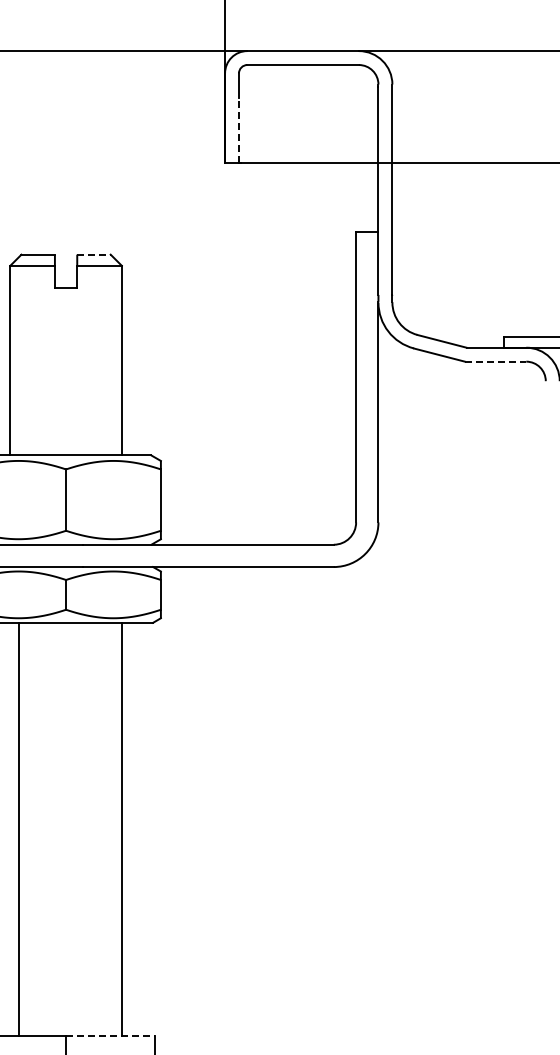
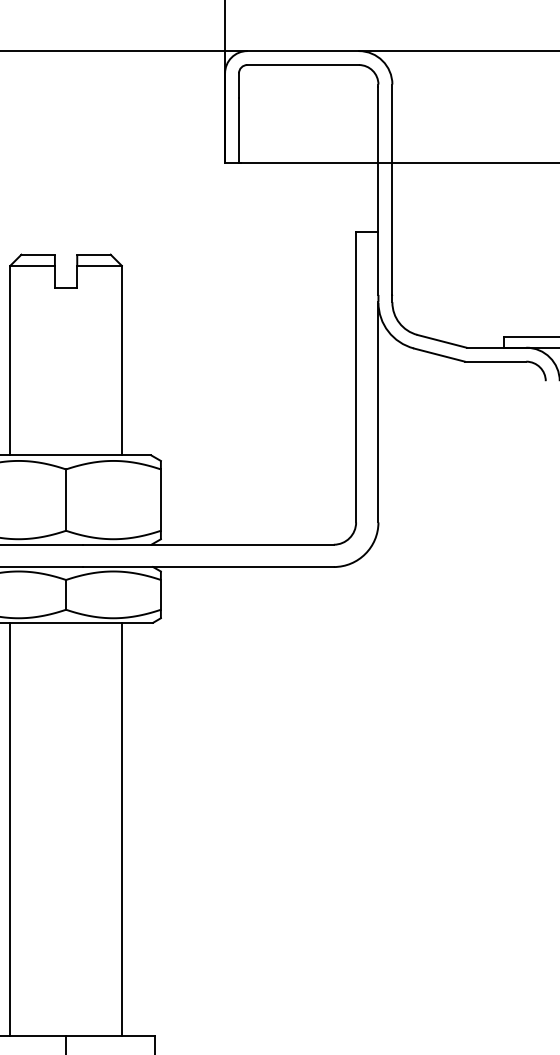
line at (239, 130): dashed -> solid
line at (93, 254): dashed -> solid
line at (495, 361): dashed -> solid
line at (19, 828) position: (19, 828) -> (10, 828)
line at (110, 1035): dashed -> solid
